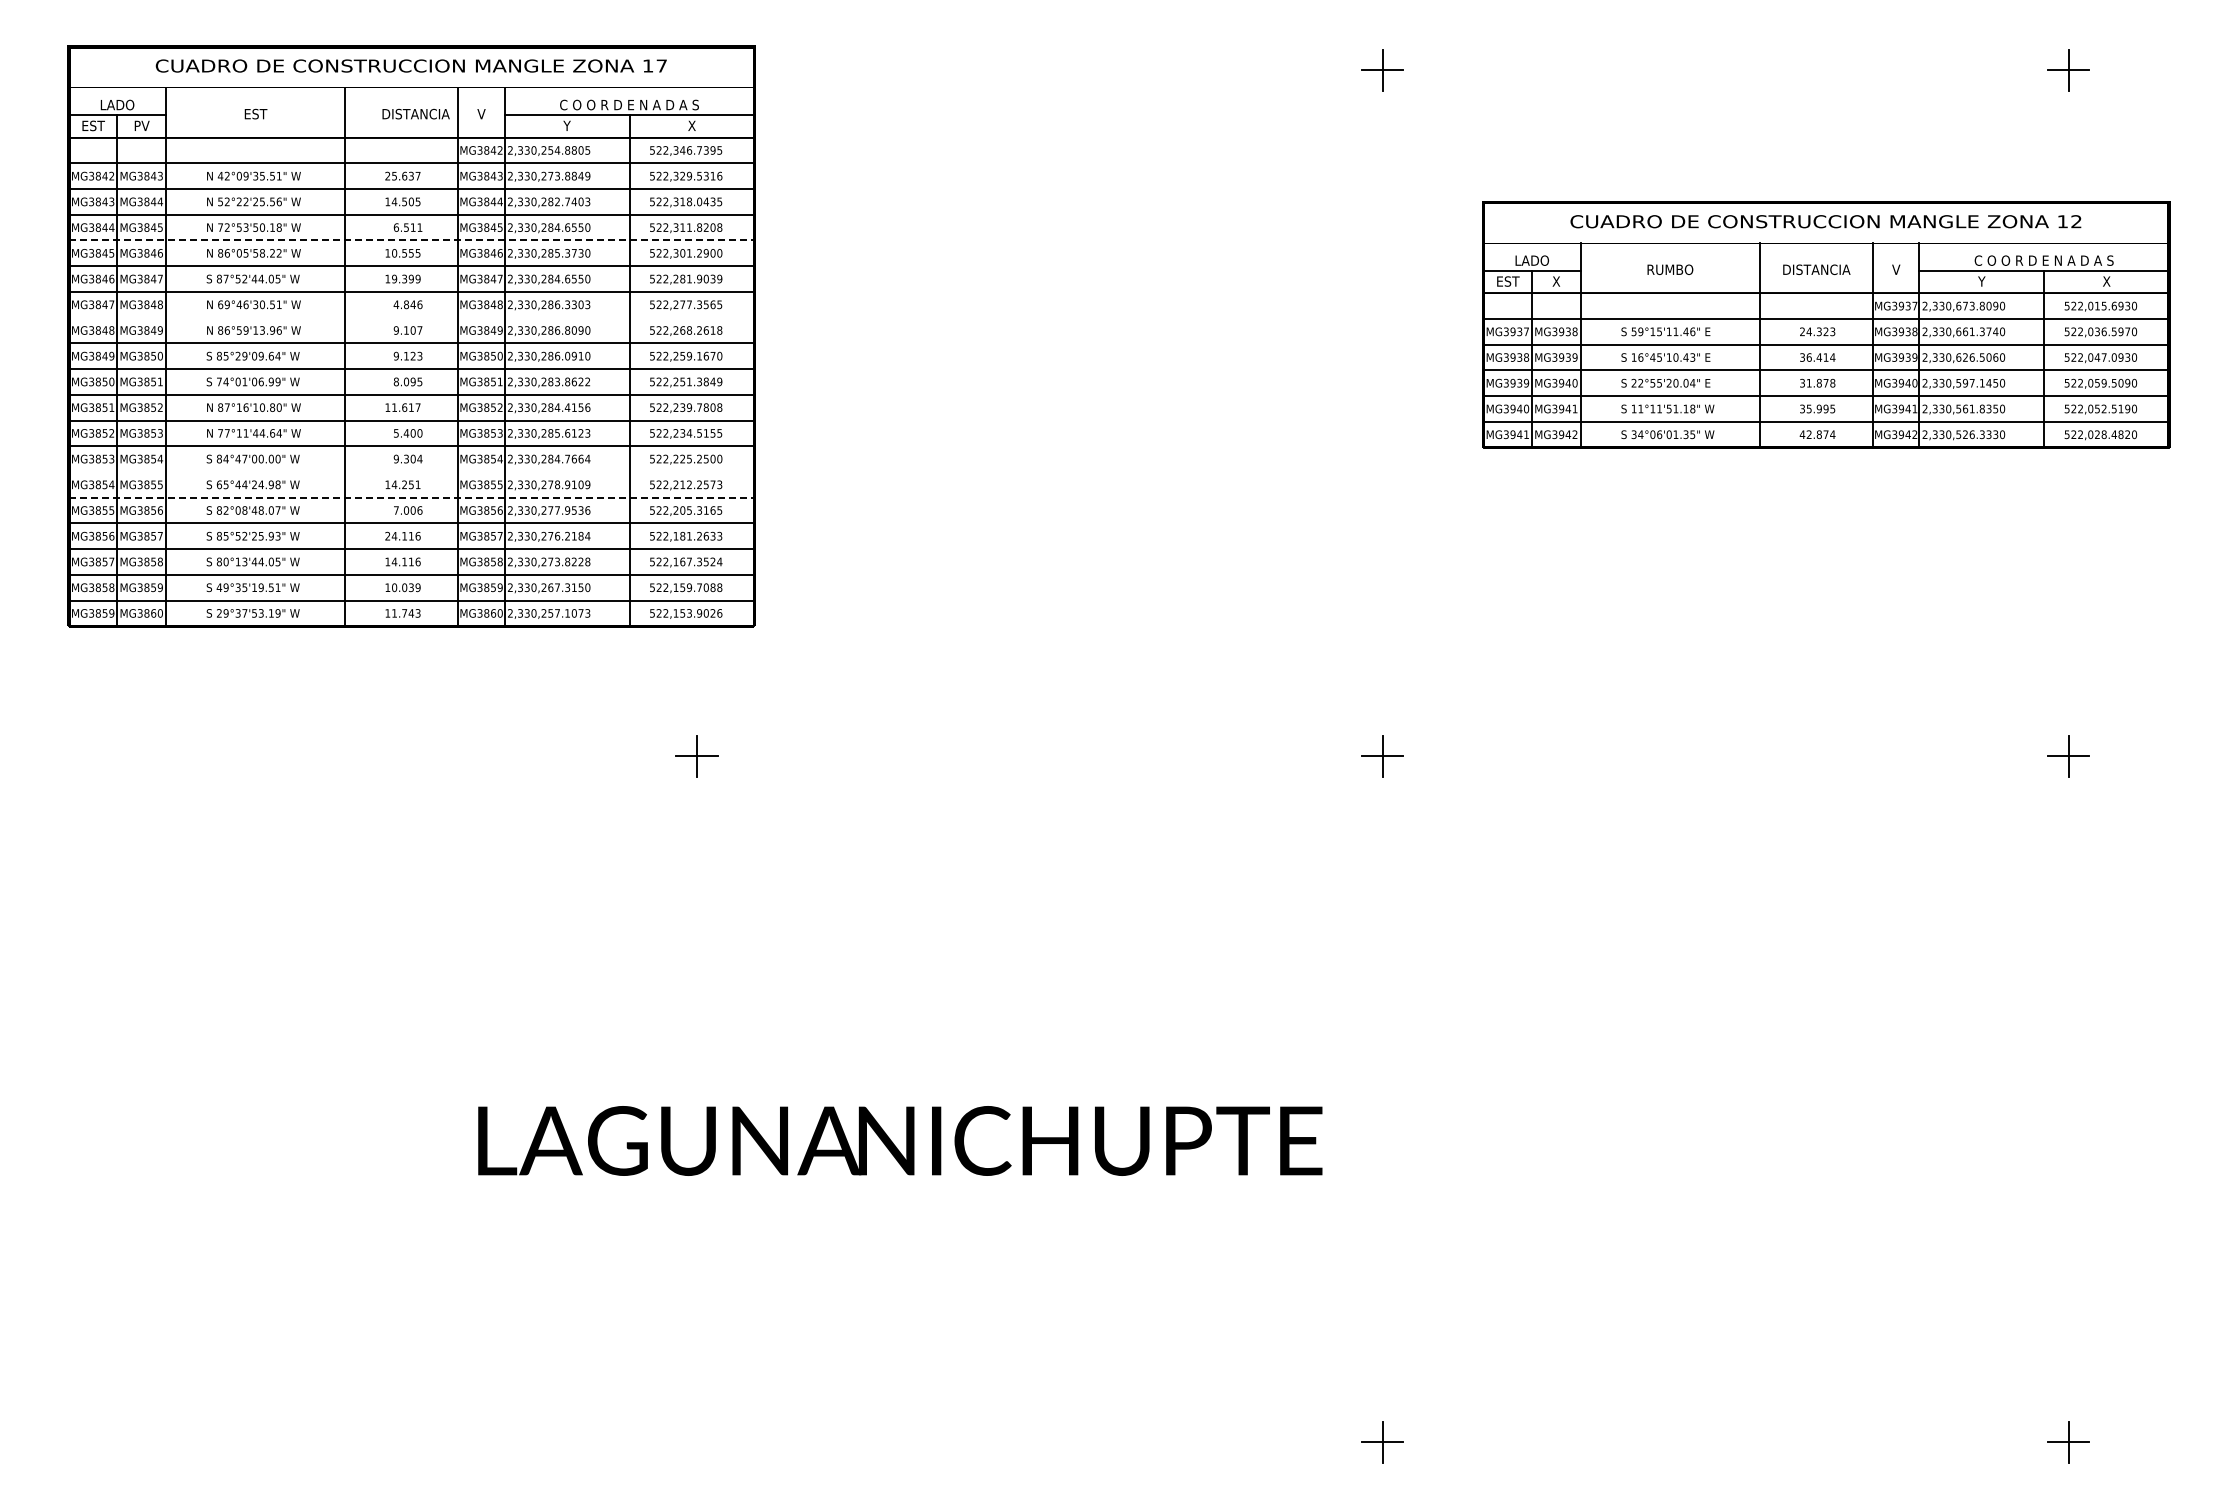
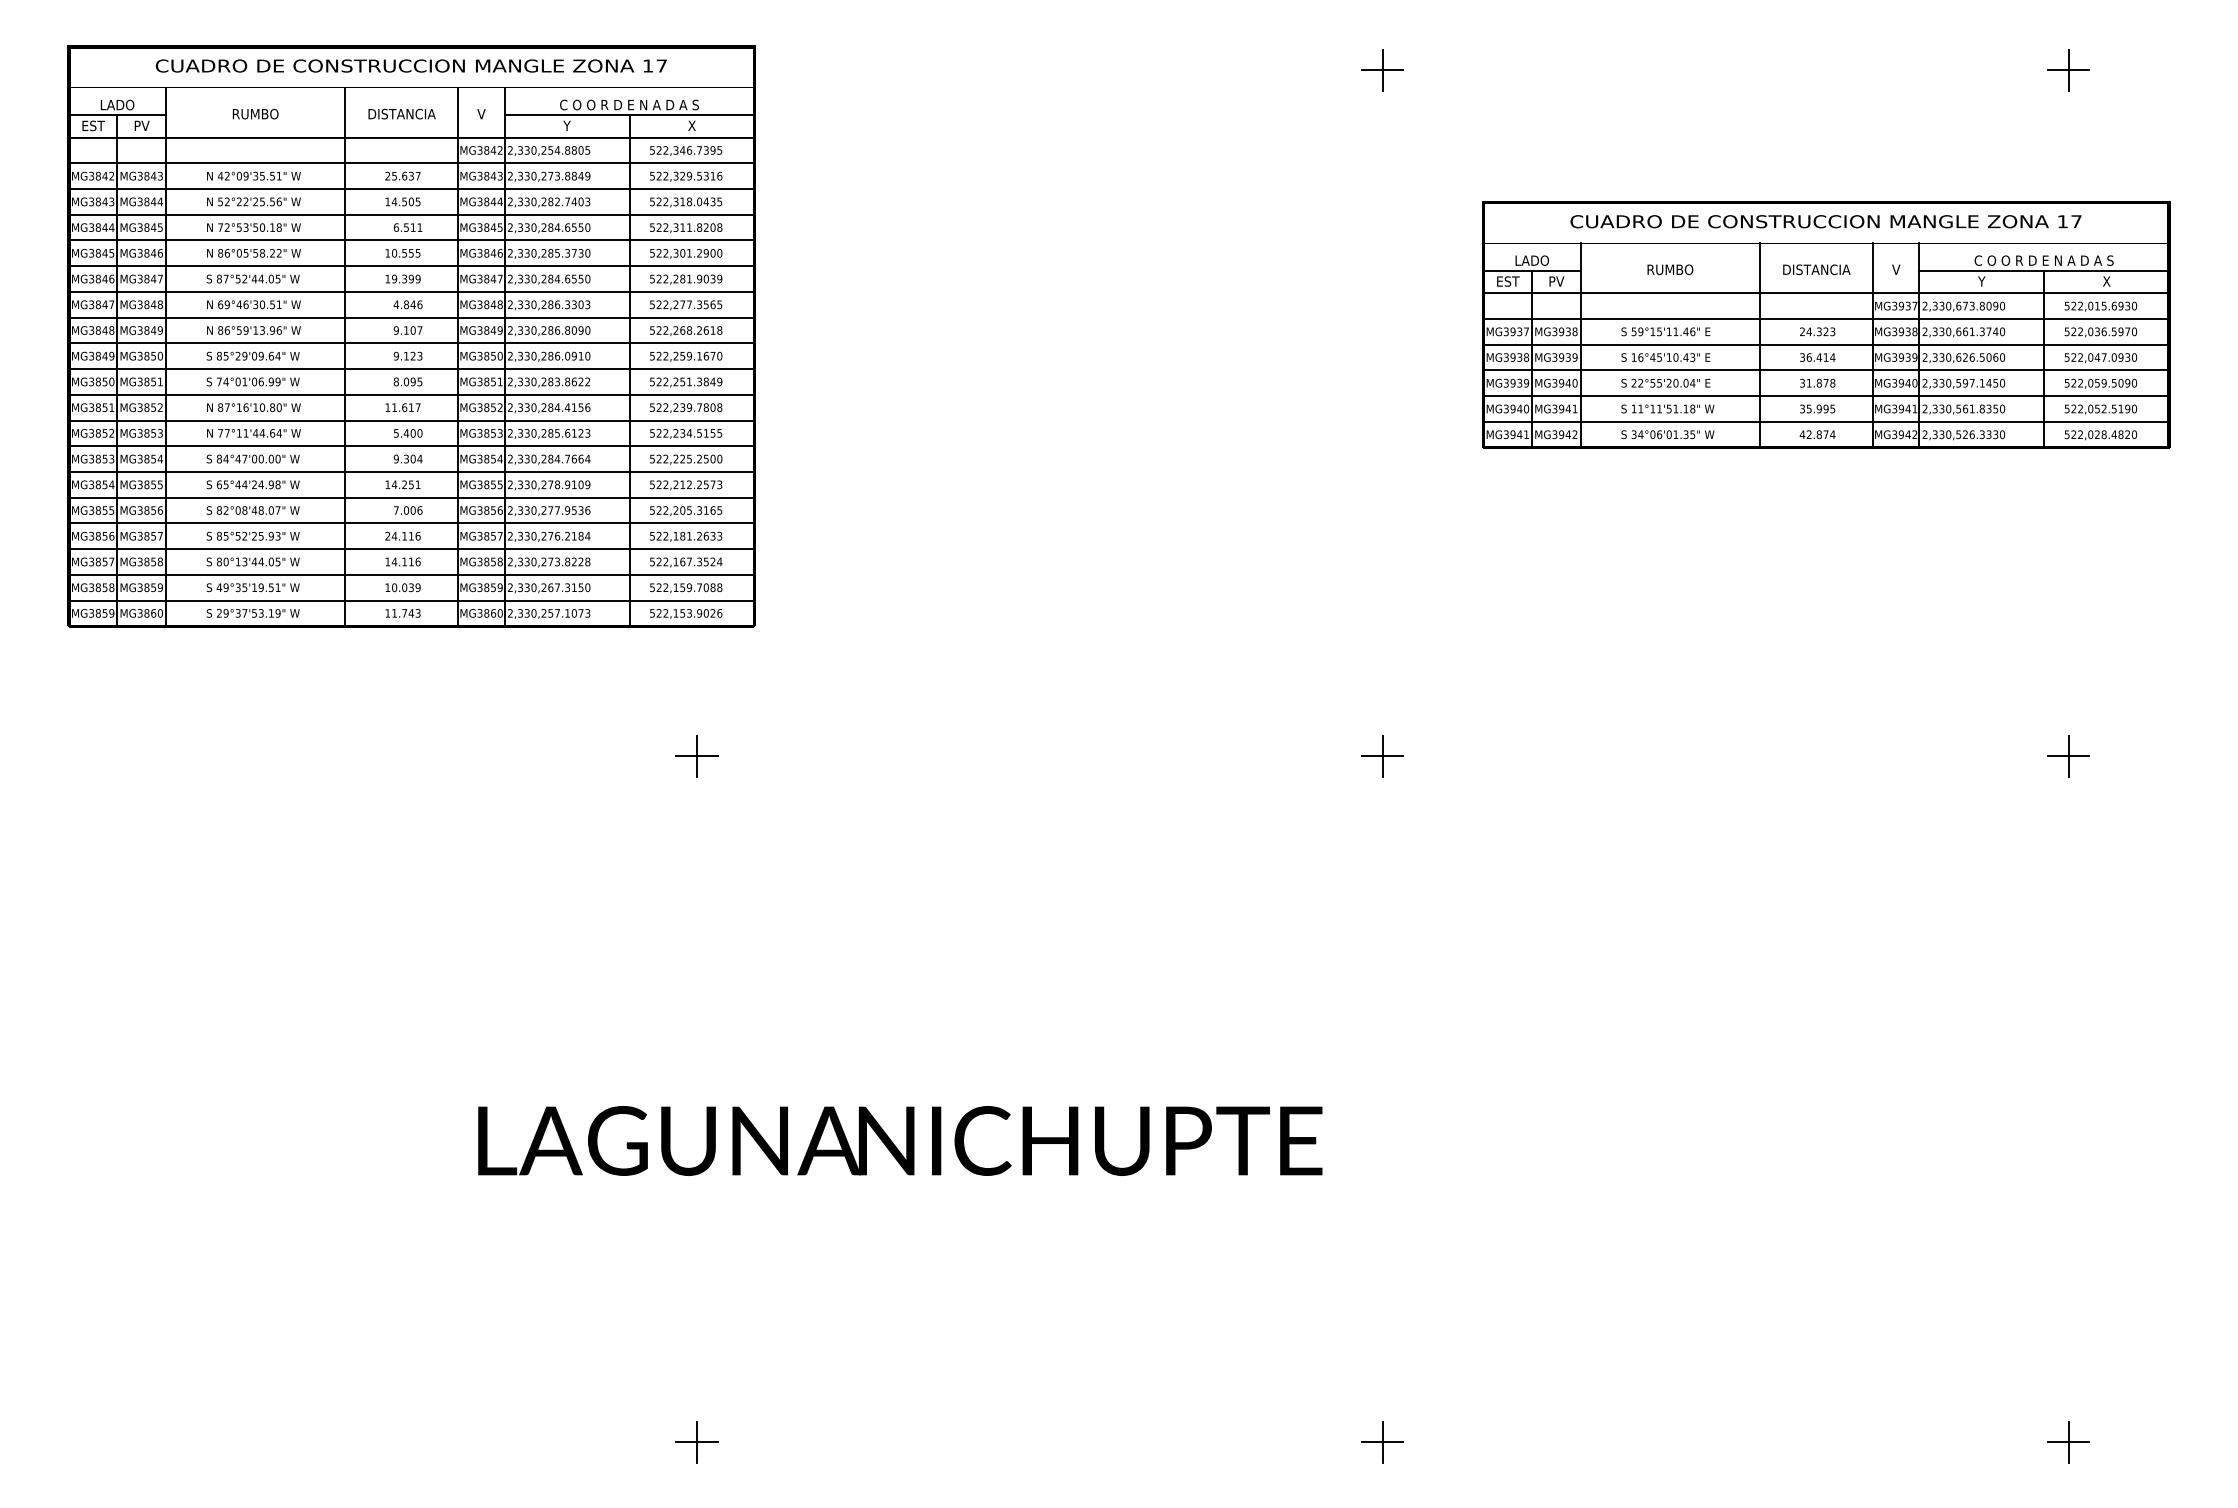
text at (255, 113): EST -> RUMBO
text at (415, 113) position: (415, 113) -> (401, 113)
text at (2076, 221): 12 -> 17
line at (411, 240): dashed -> solid
text at (1556, 281): X -> PV
line at (411, 317): none -> present
line at (411, 471): none -> present
line at (411, 497): dashed -> solid
part at (696, 1442): none -> present
